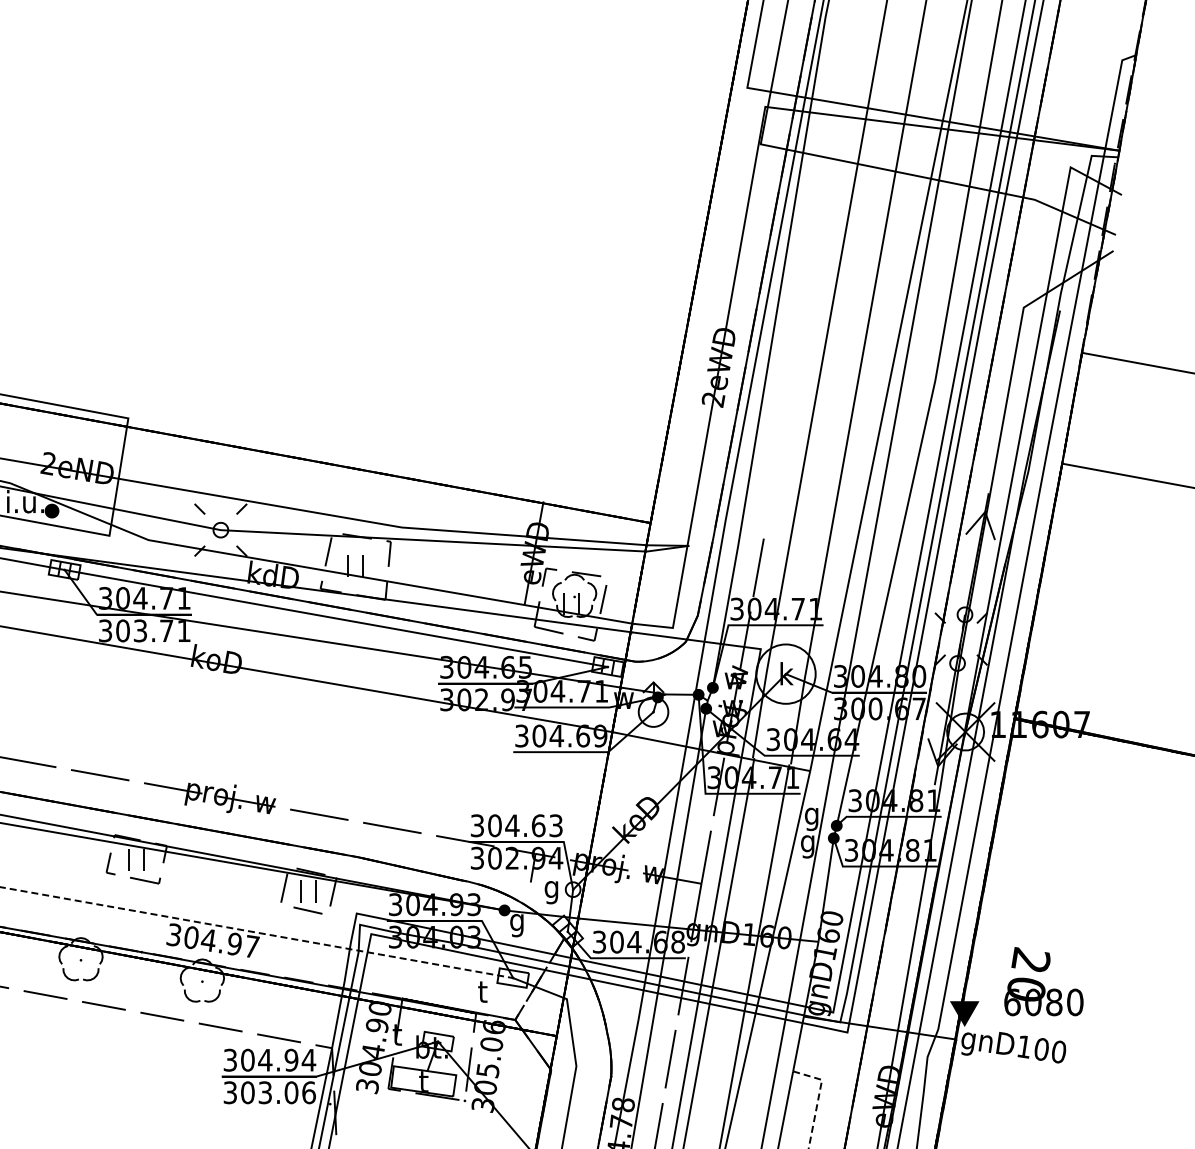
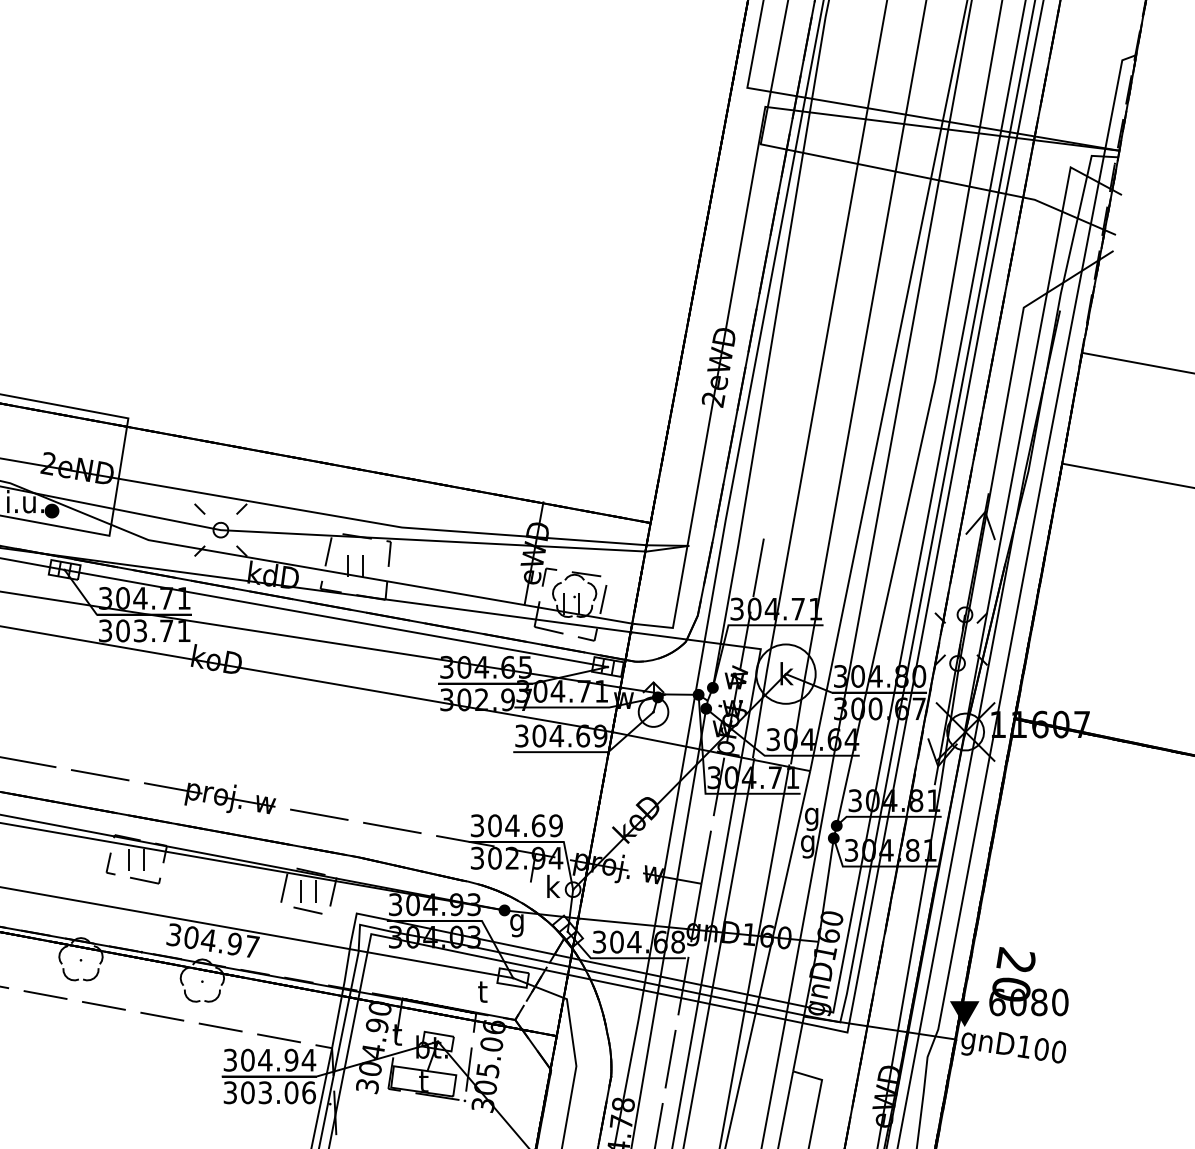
text at (555, 825): 304.63 -> 304.69
text at (552, 889): g -> k
line at (257, 932): dashed -> solid
text at (1043, 981) position: (1043, 981) -> (1028, 981)
line at (818, 1098): dashed -> solid
